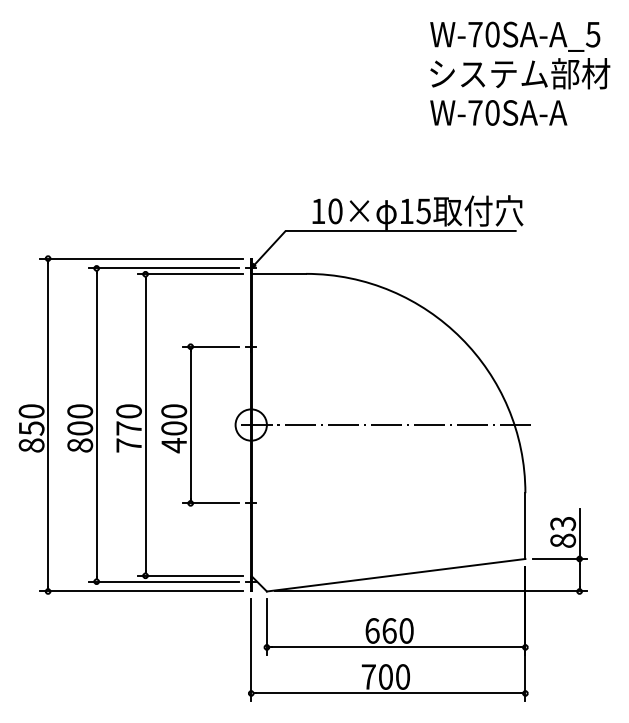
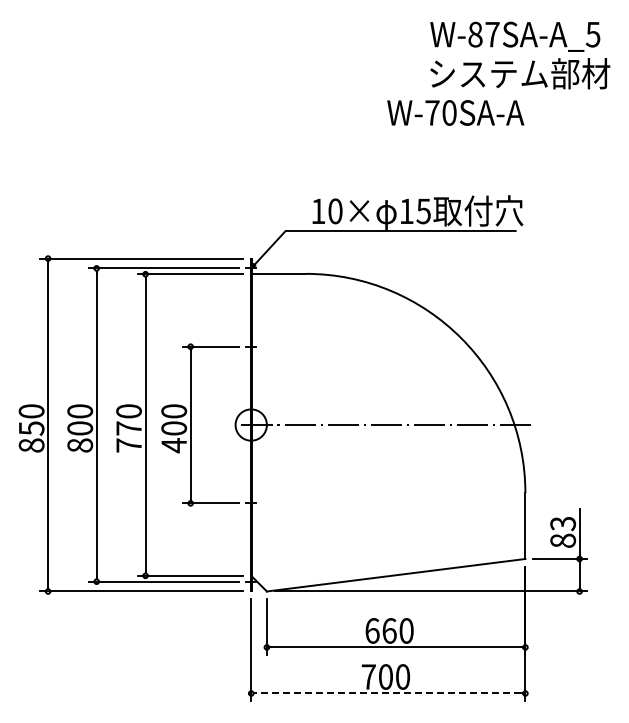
text at (483, 34): W-70SA-A_5 -> W-87SA-A_5
text at (498, 112) position: (498, 112) -> (455, 112)
line at (387, 693): solid -> dashed
